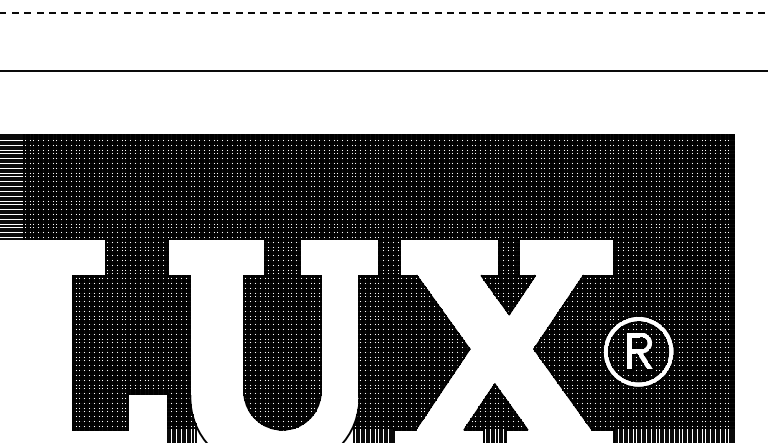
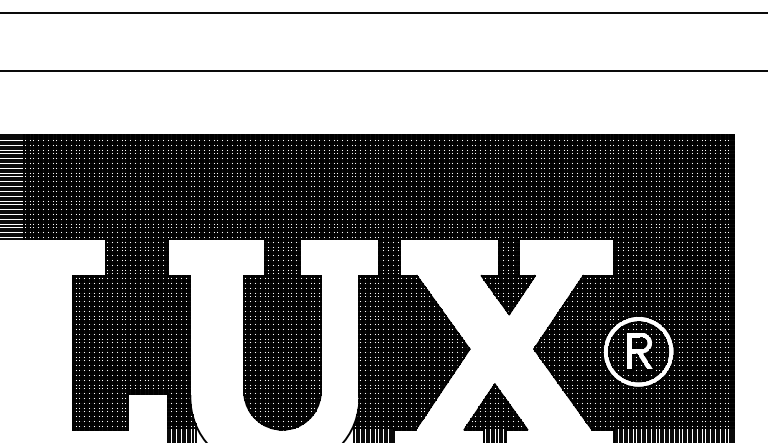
line at (384, 13): dashed -> solid
